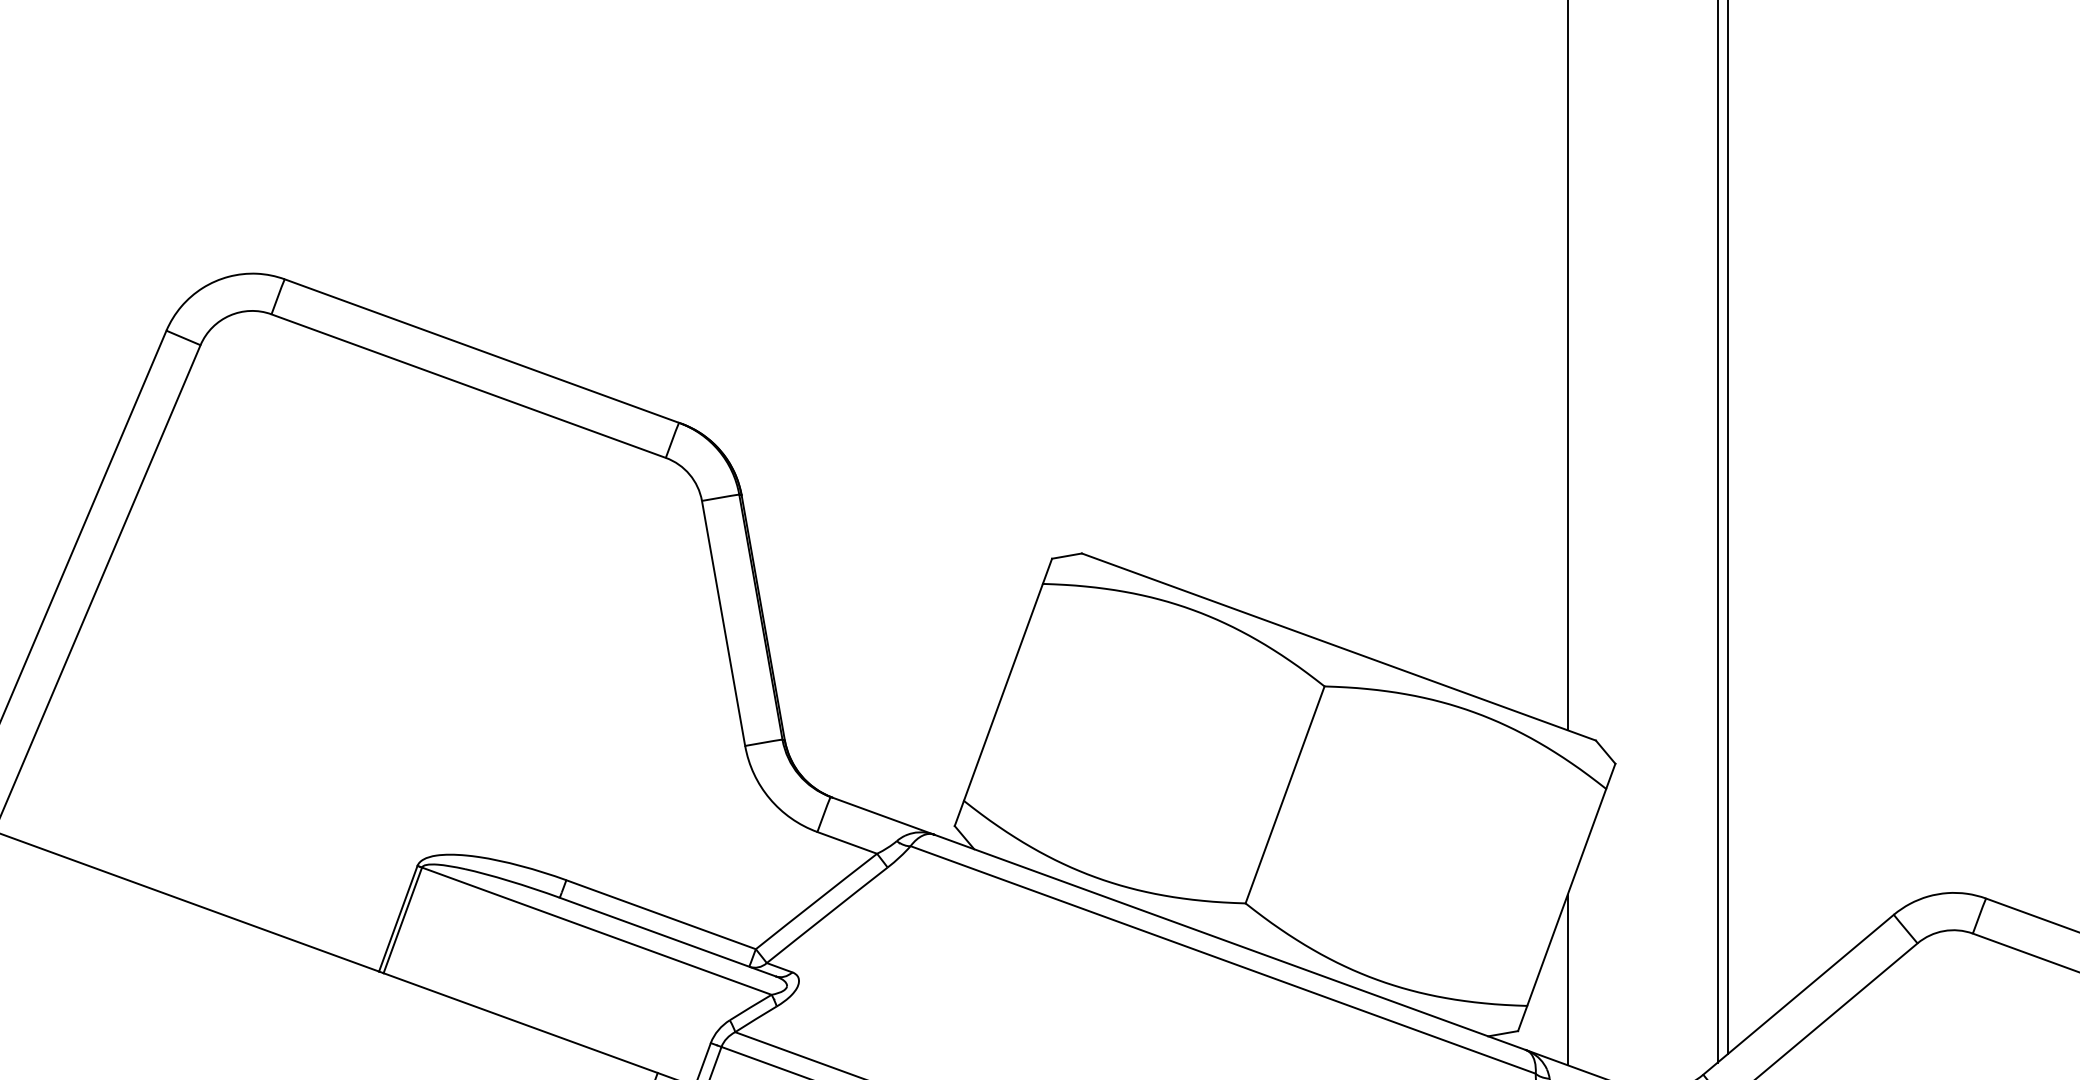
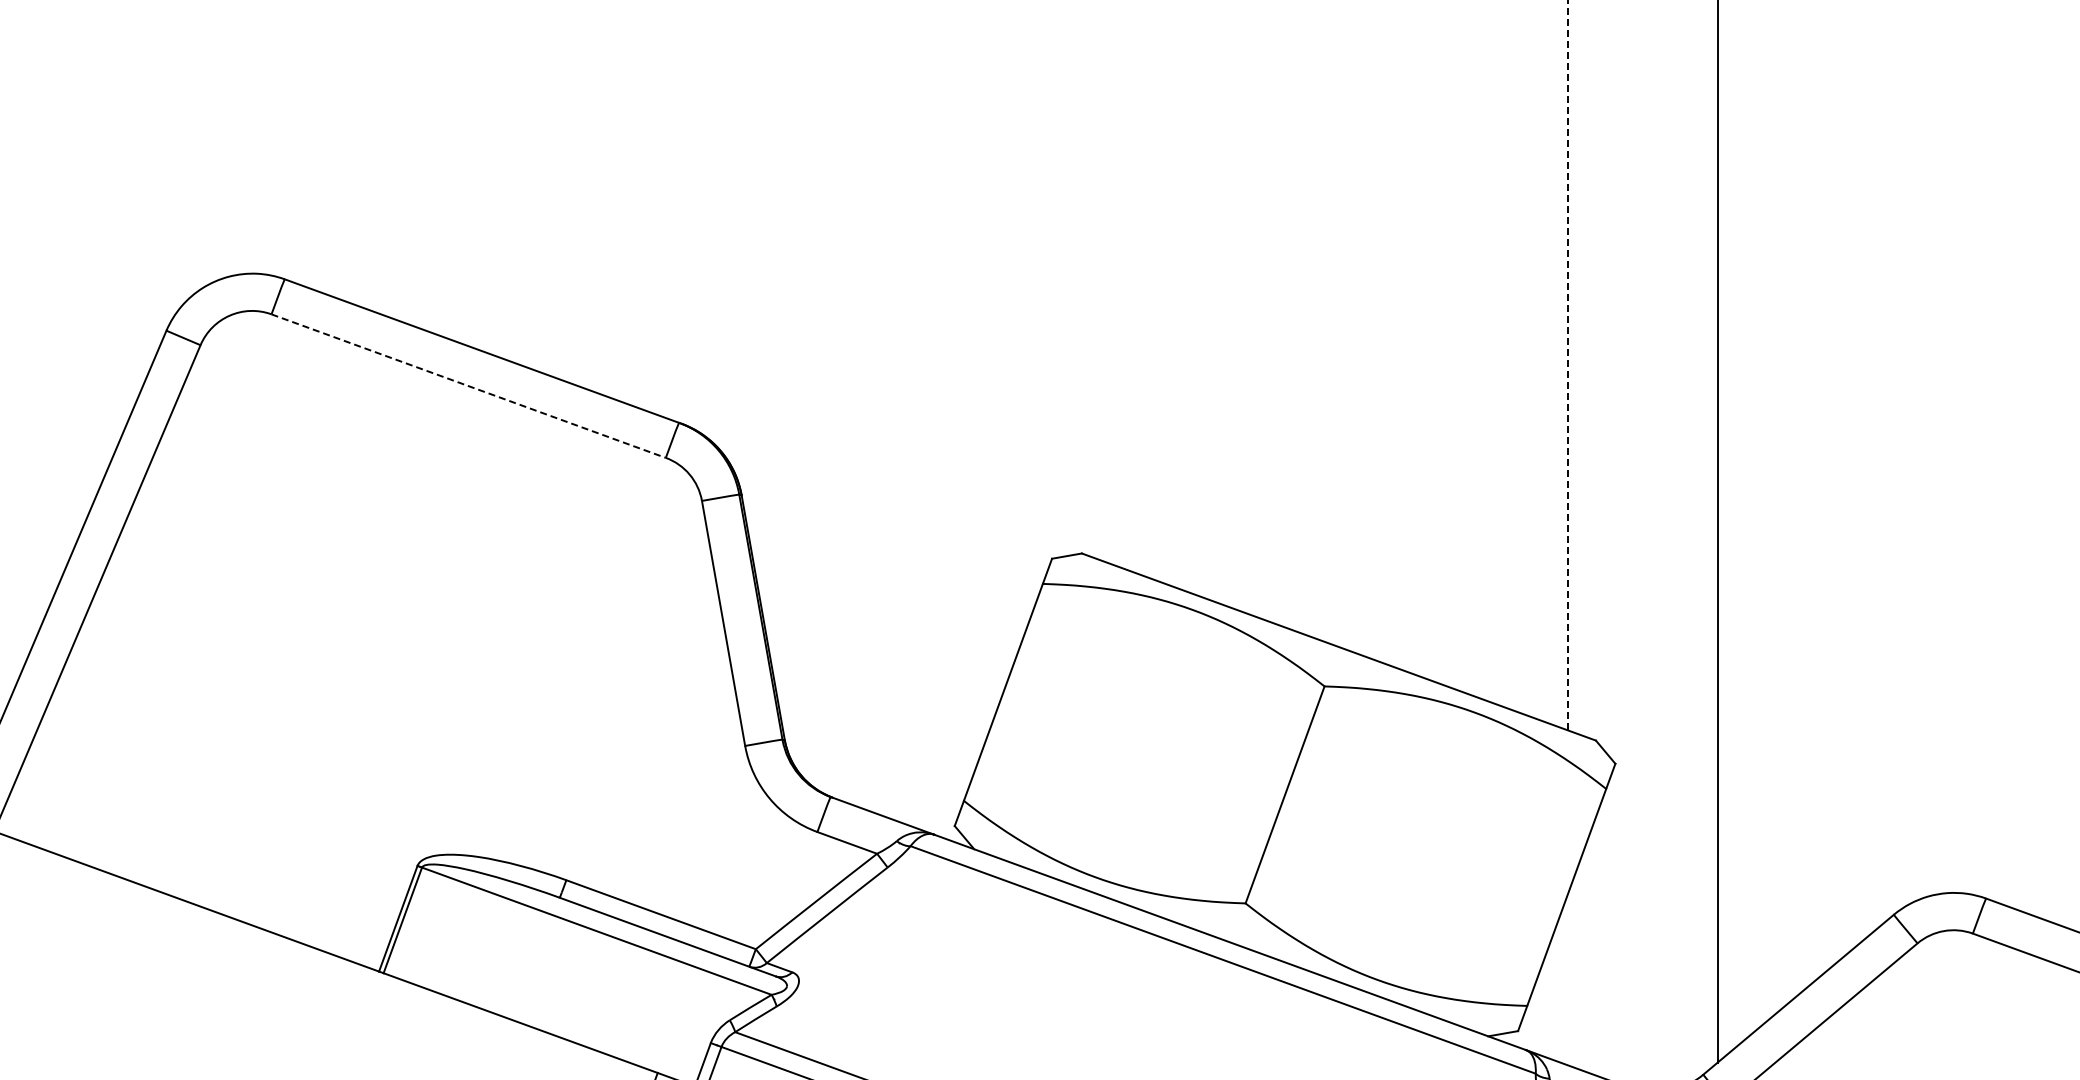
line at (1567, 365): solid -> dashed
line at (468, 386): solid -> dashed
line at (1727, 528): present -> none
line at (1567, 980): present -> none
